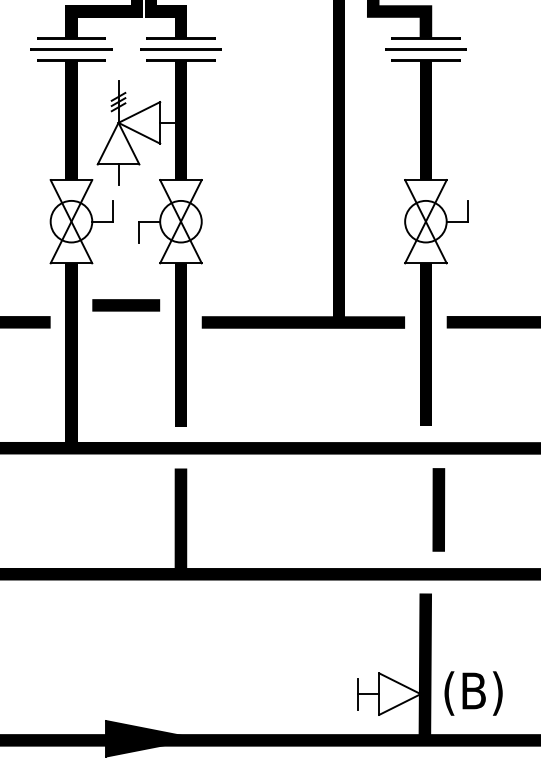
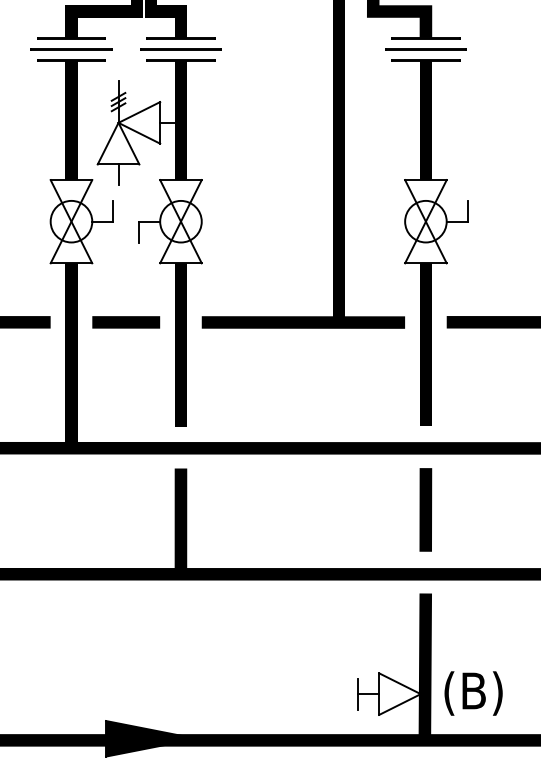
line at (126, 305) position: (126, 305) -> (126, 322)
line at (438, 509) position: (438, 509) -> (425, 509)
